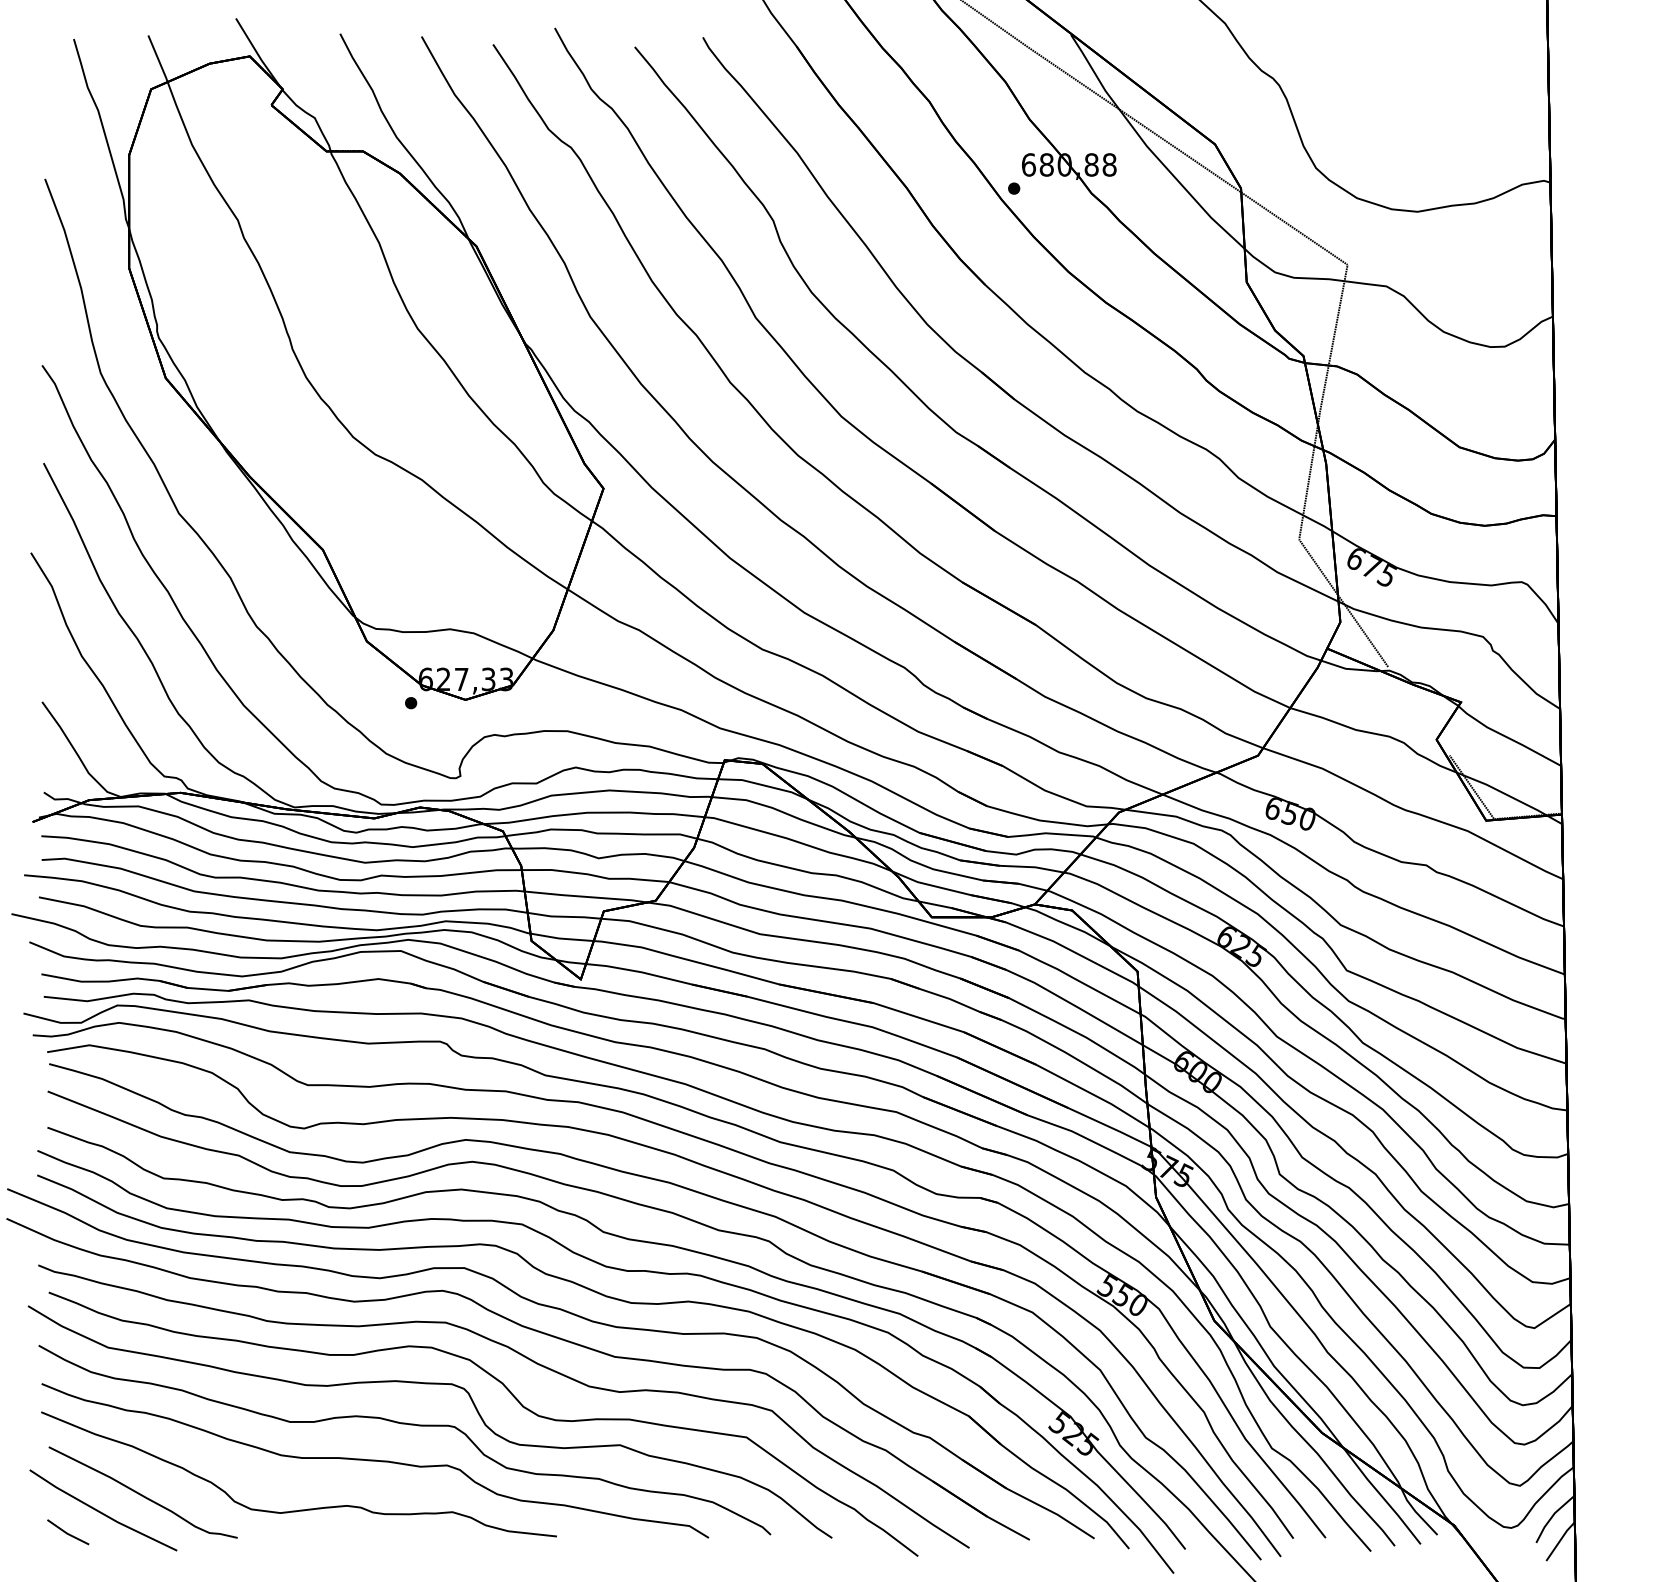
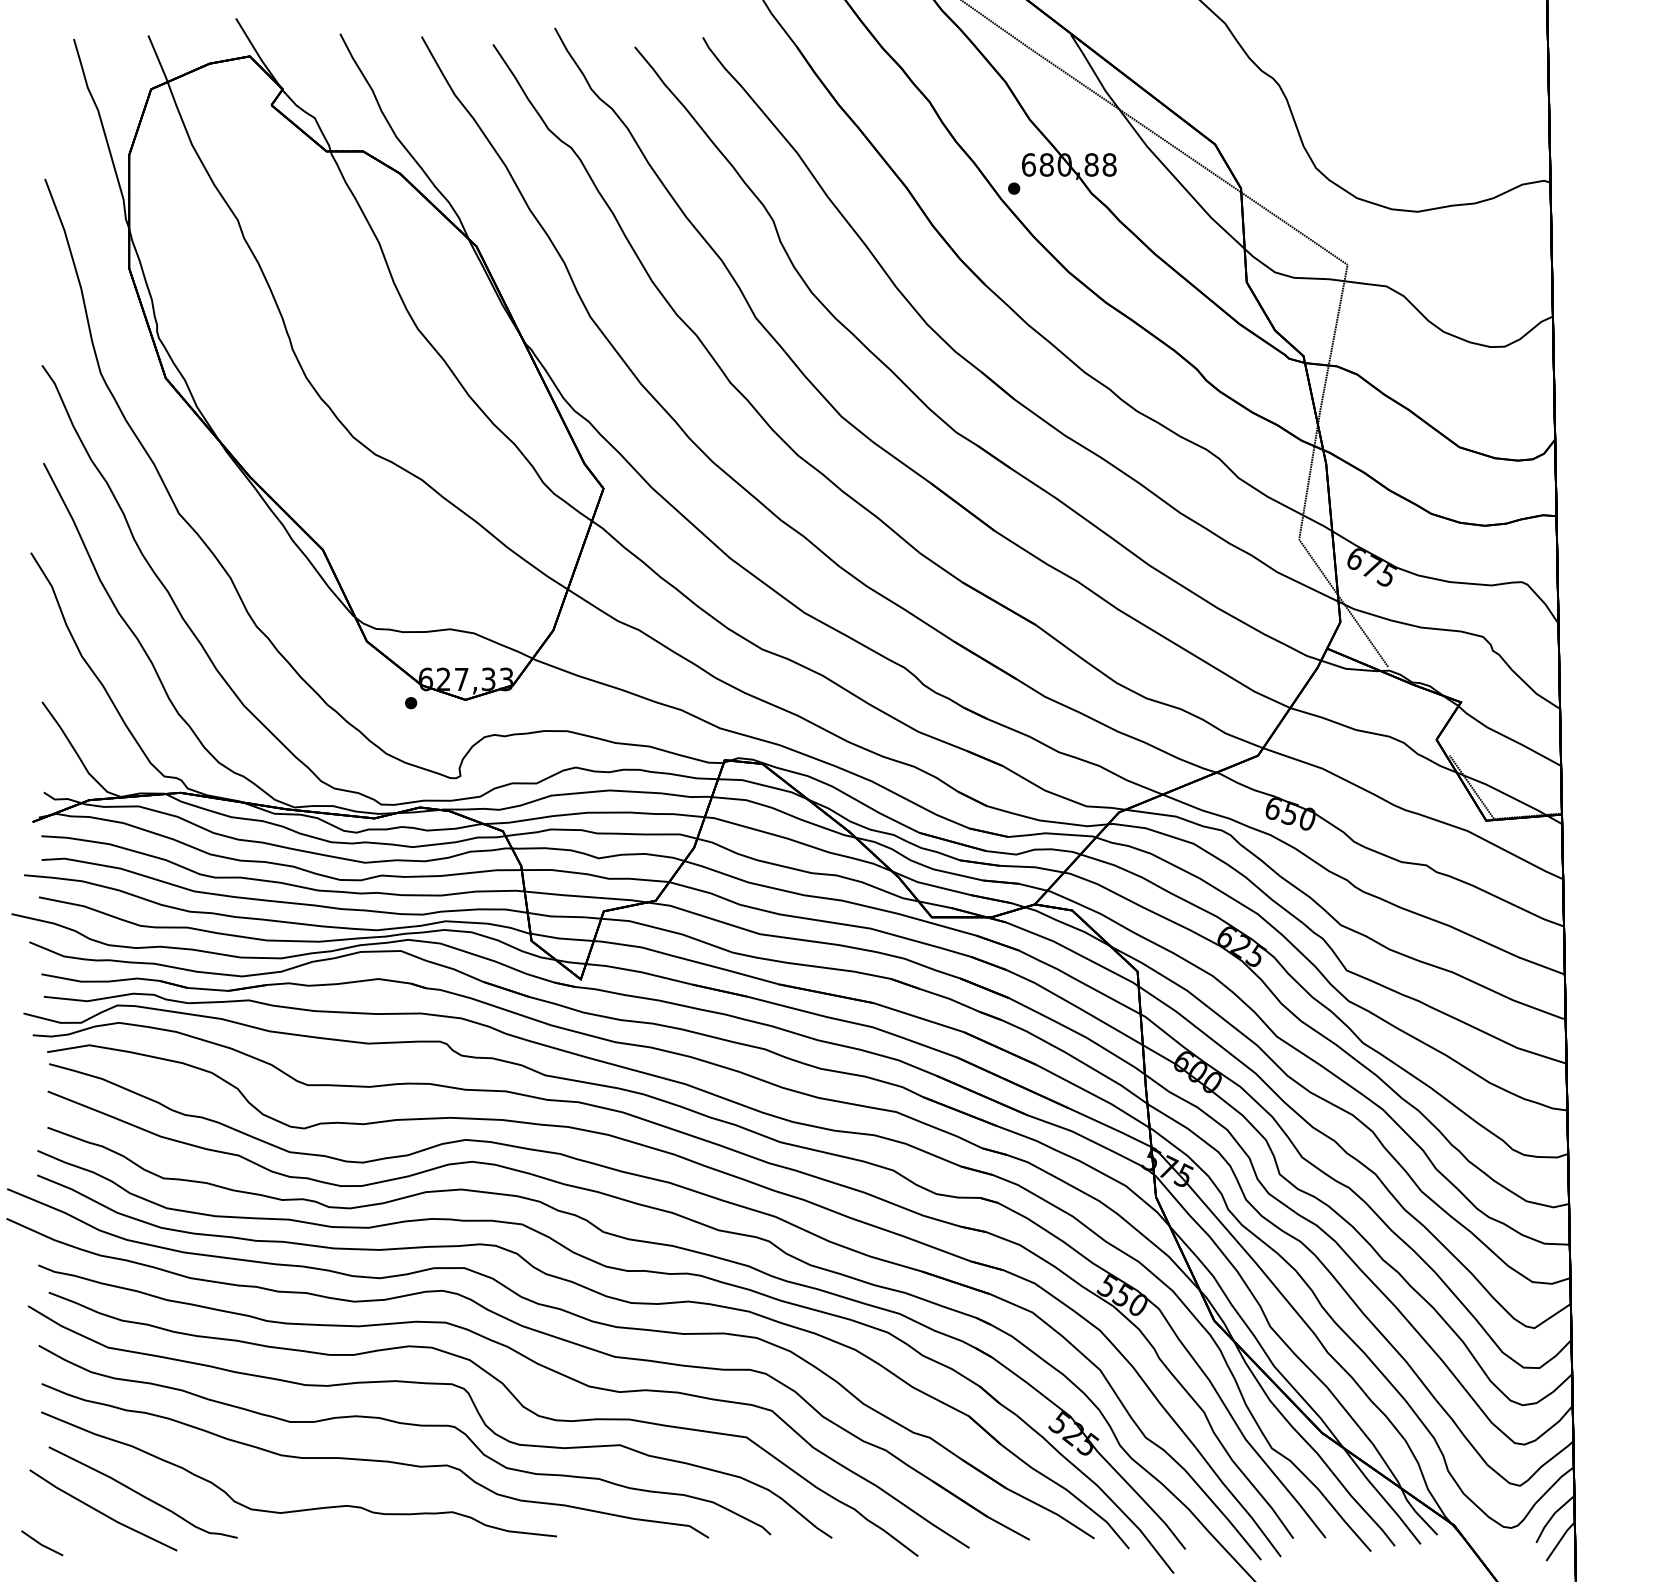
part at (68, 1532) position: (68, 1532) -> (42, 1543)
